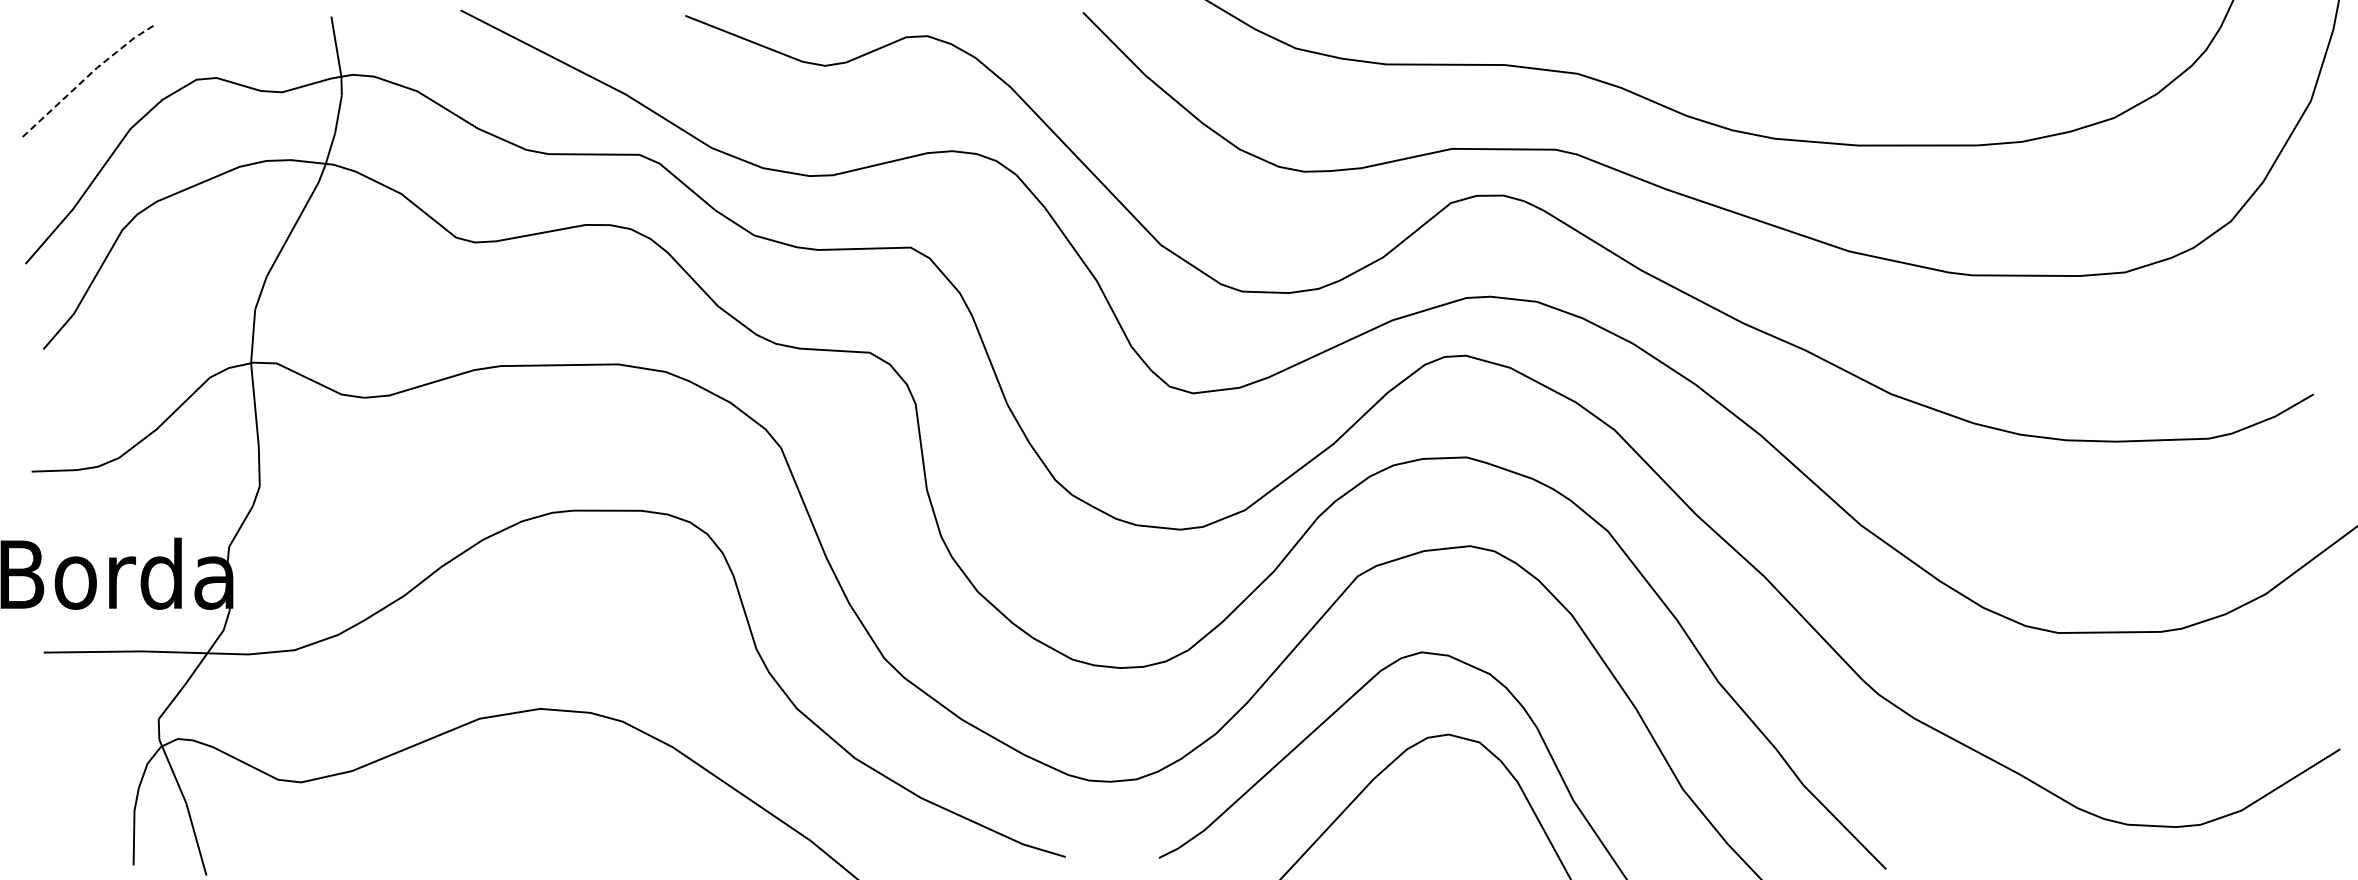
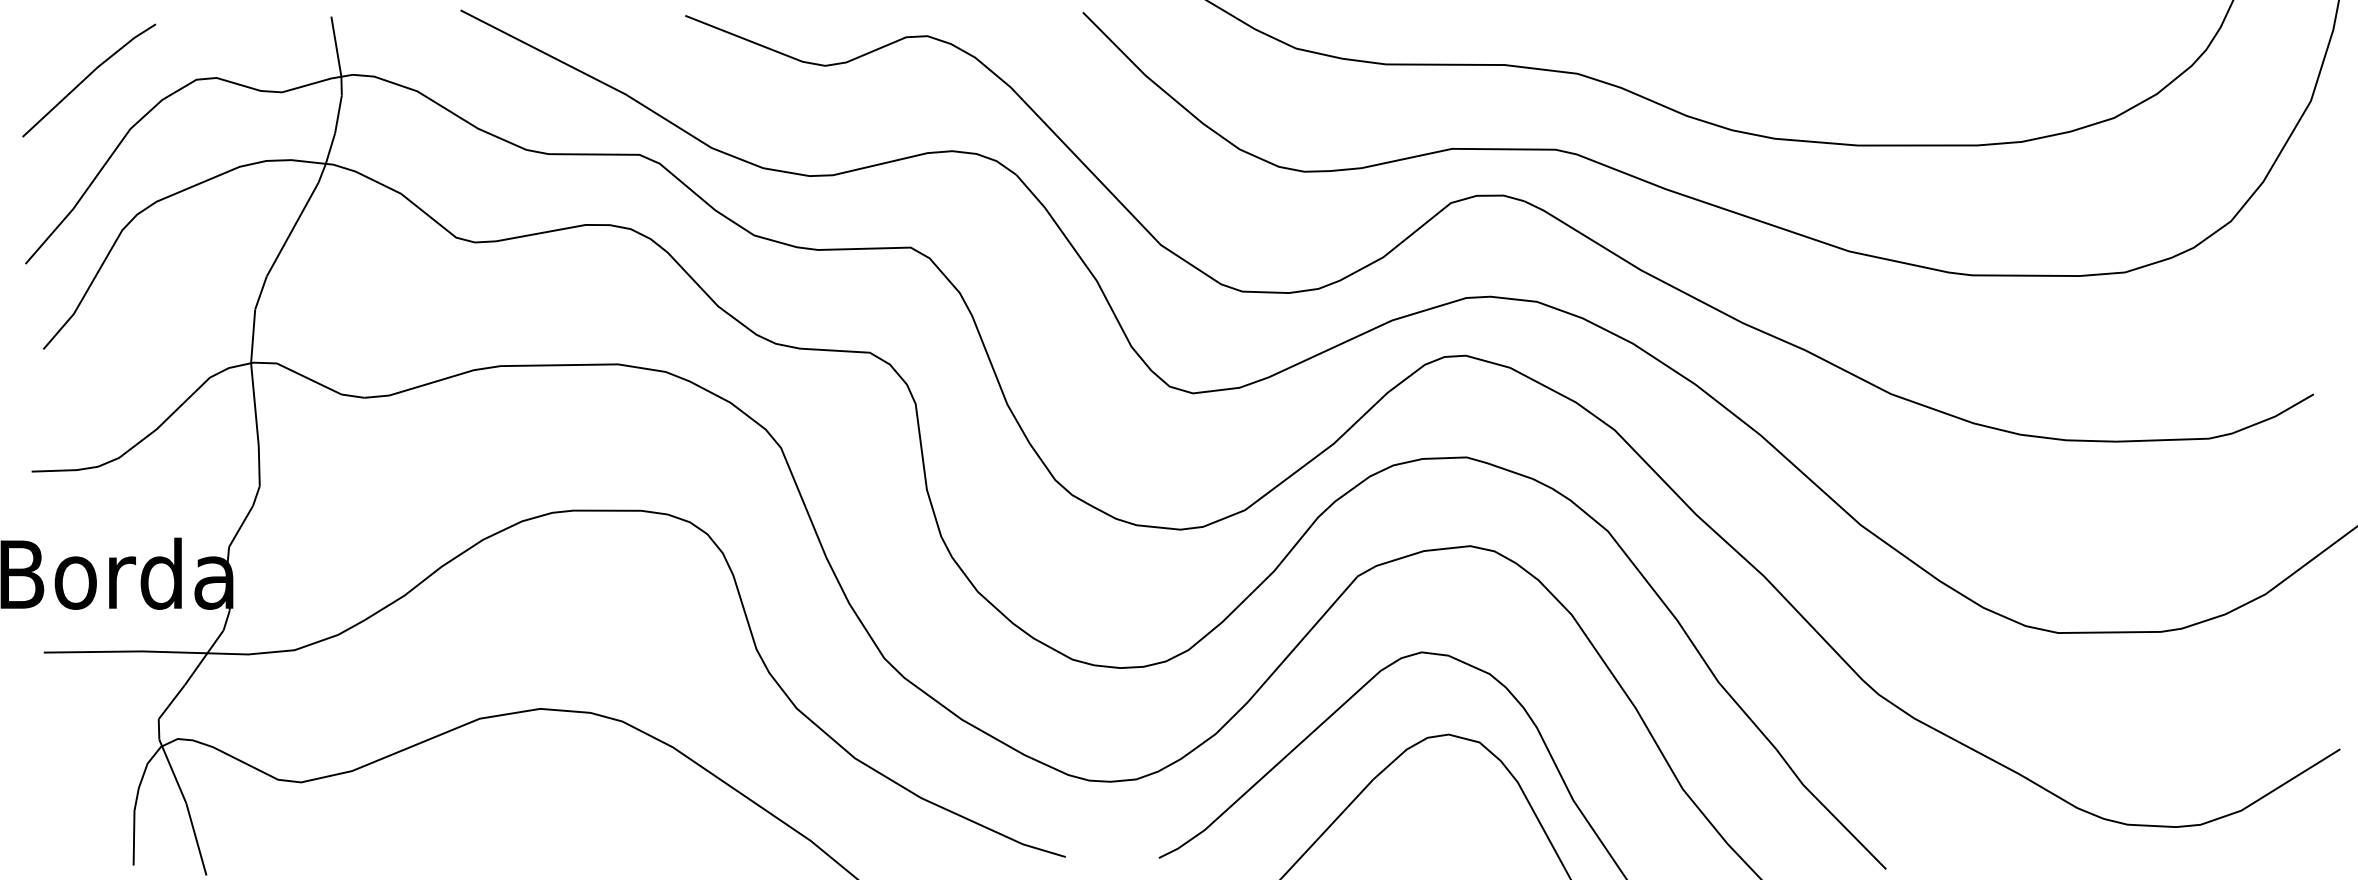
line at (88, 76): dashed -> solid
